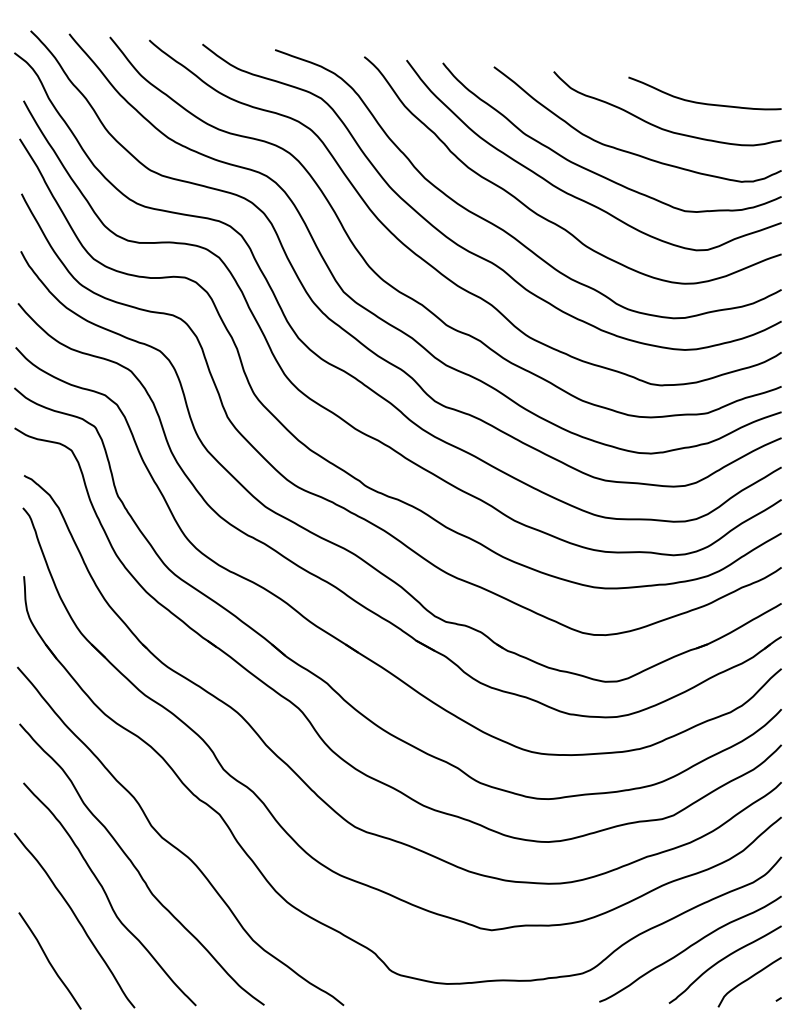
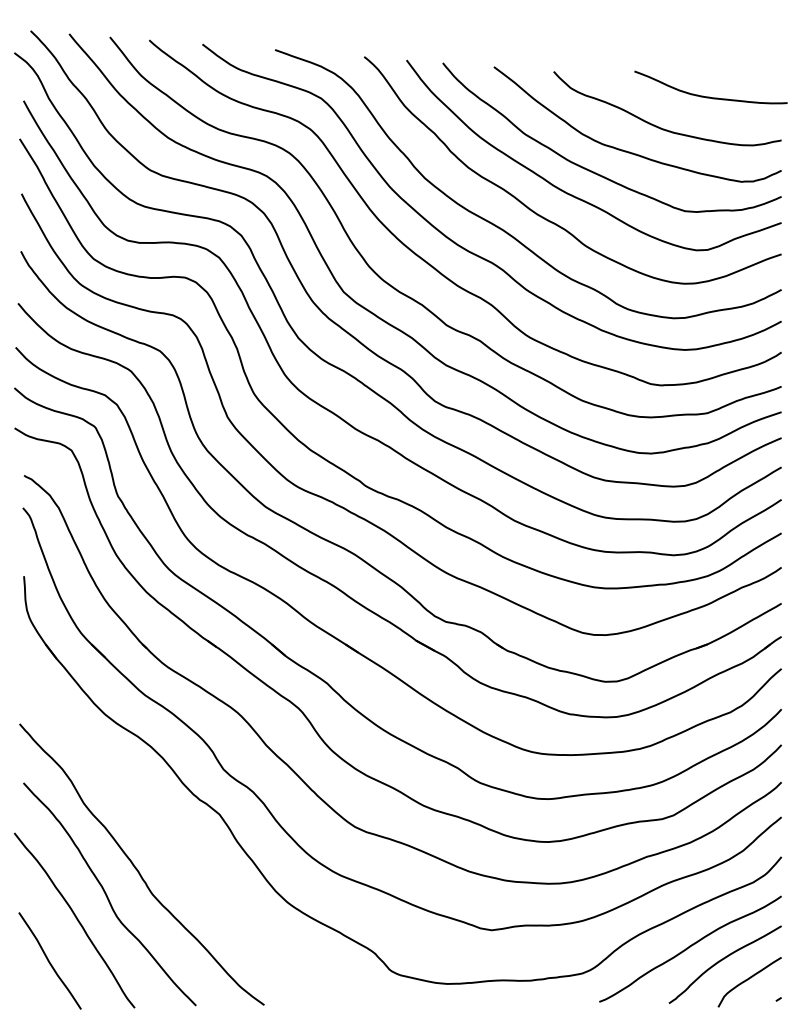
curve at (703, 102) position: (703, 102) -> (709, 96)
curve at (174, 845): present -> none
